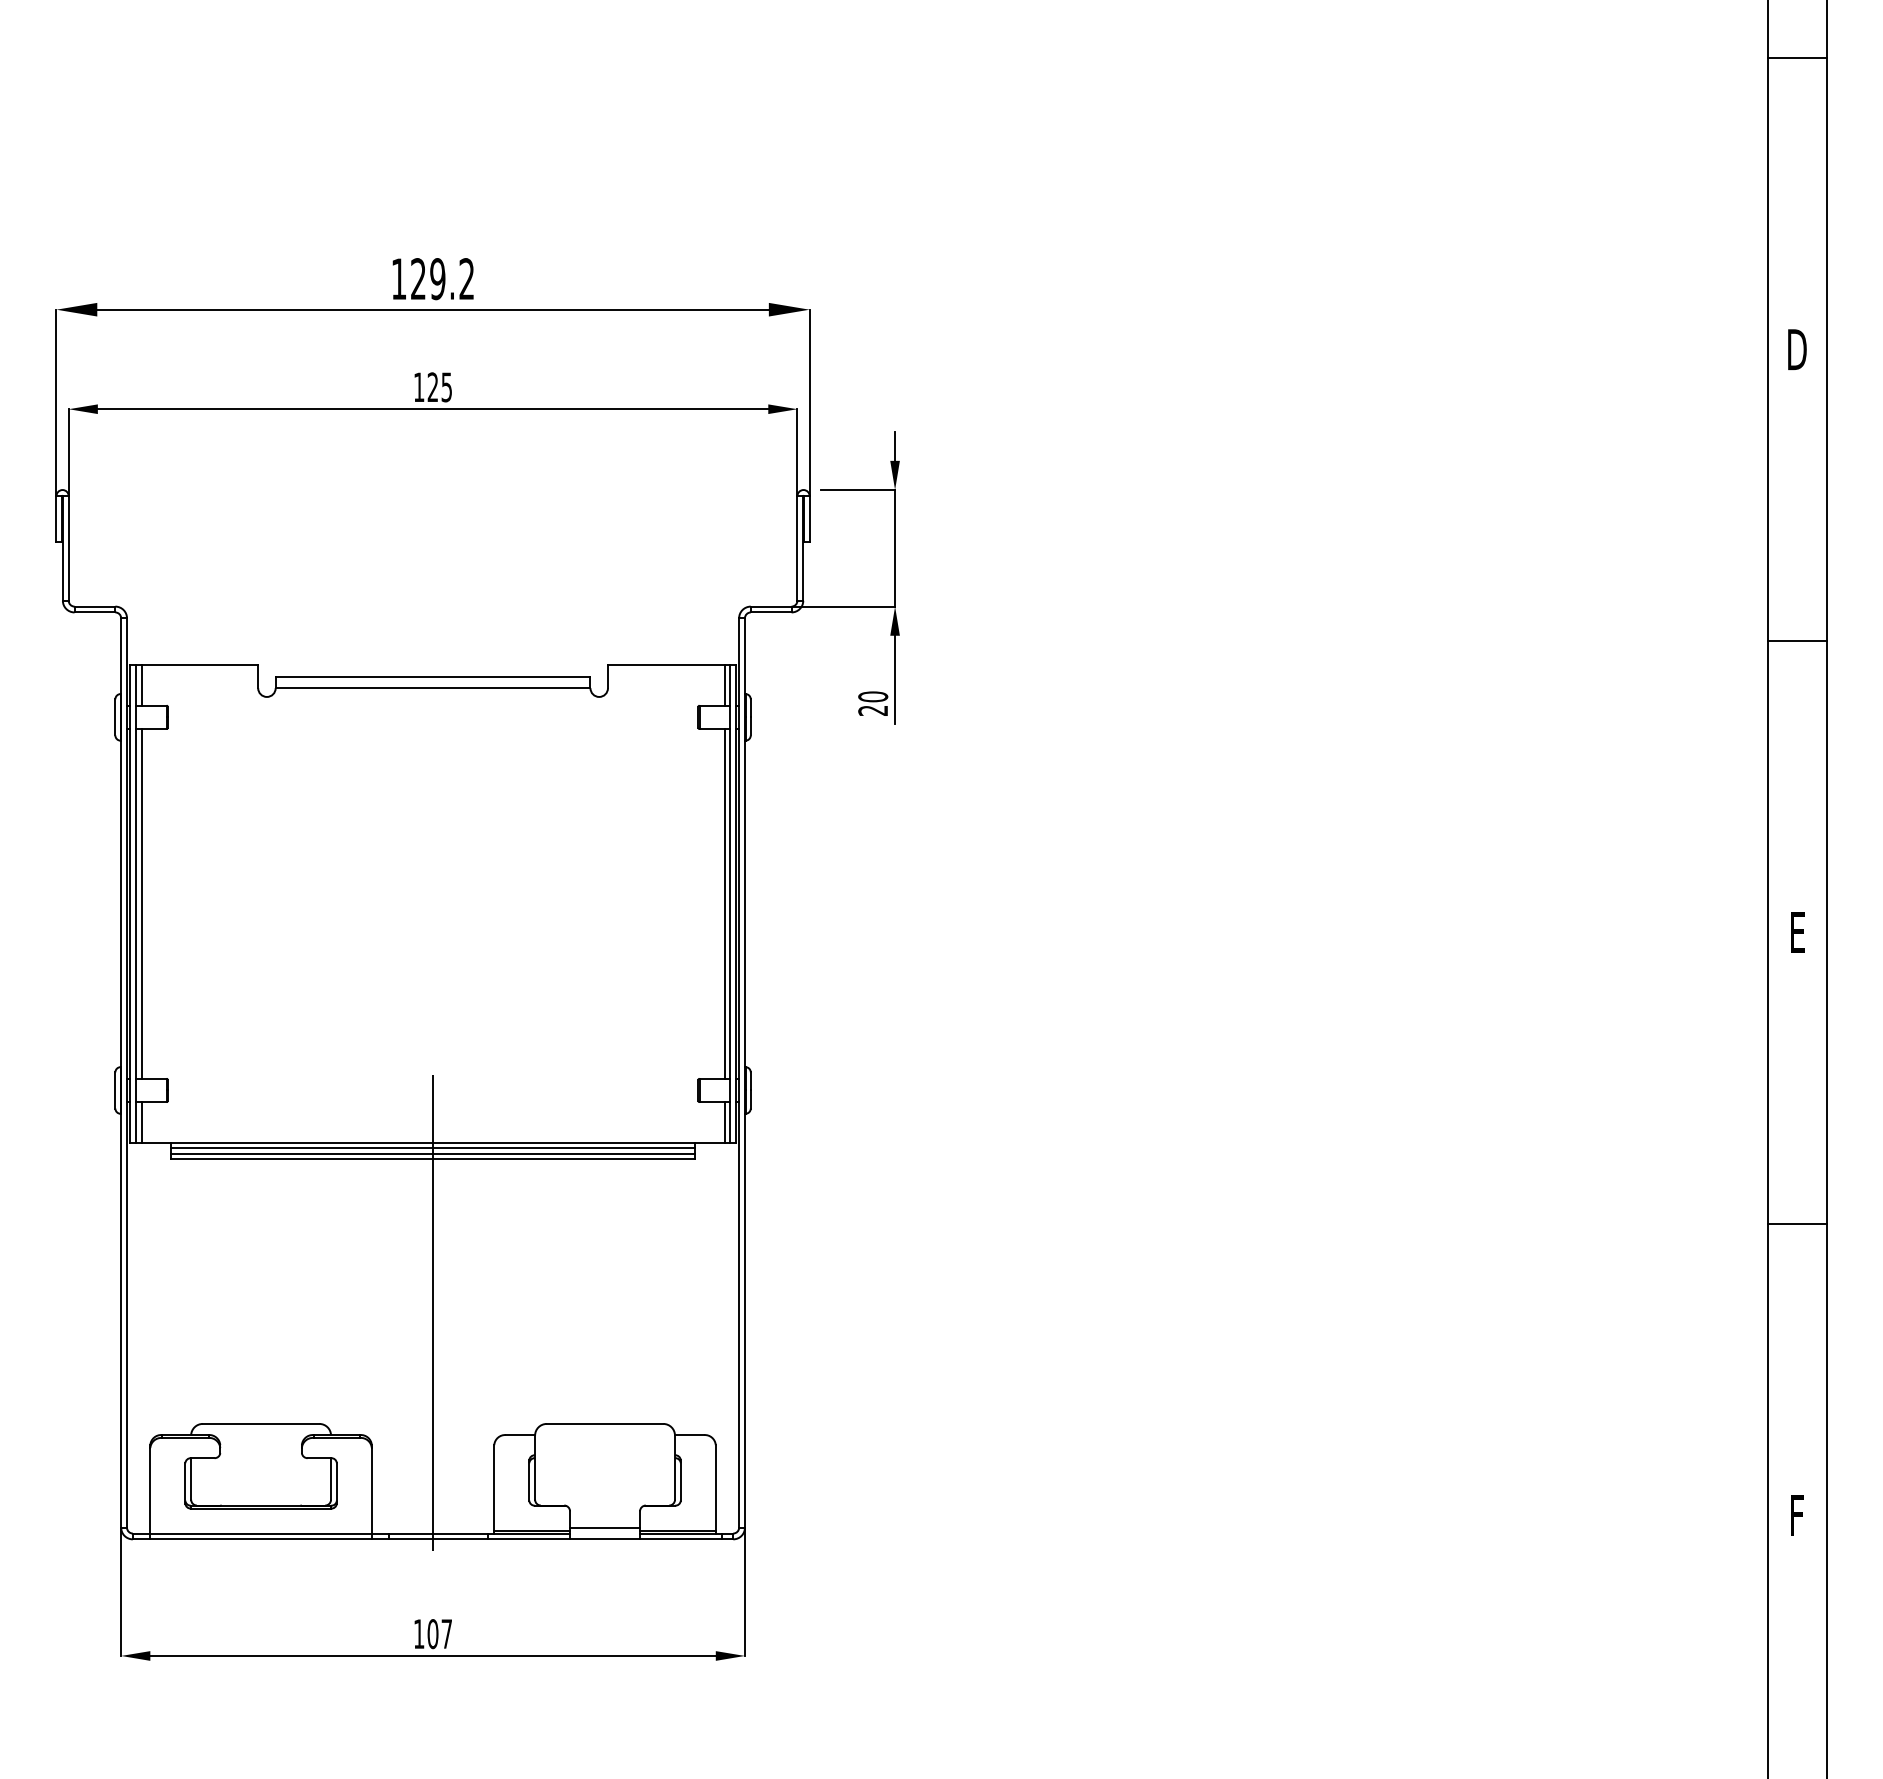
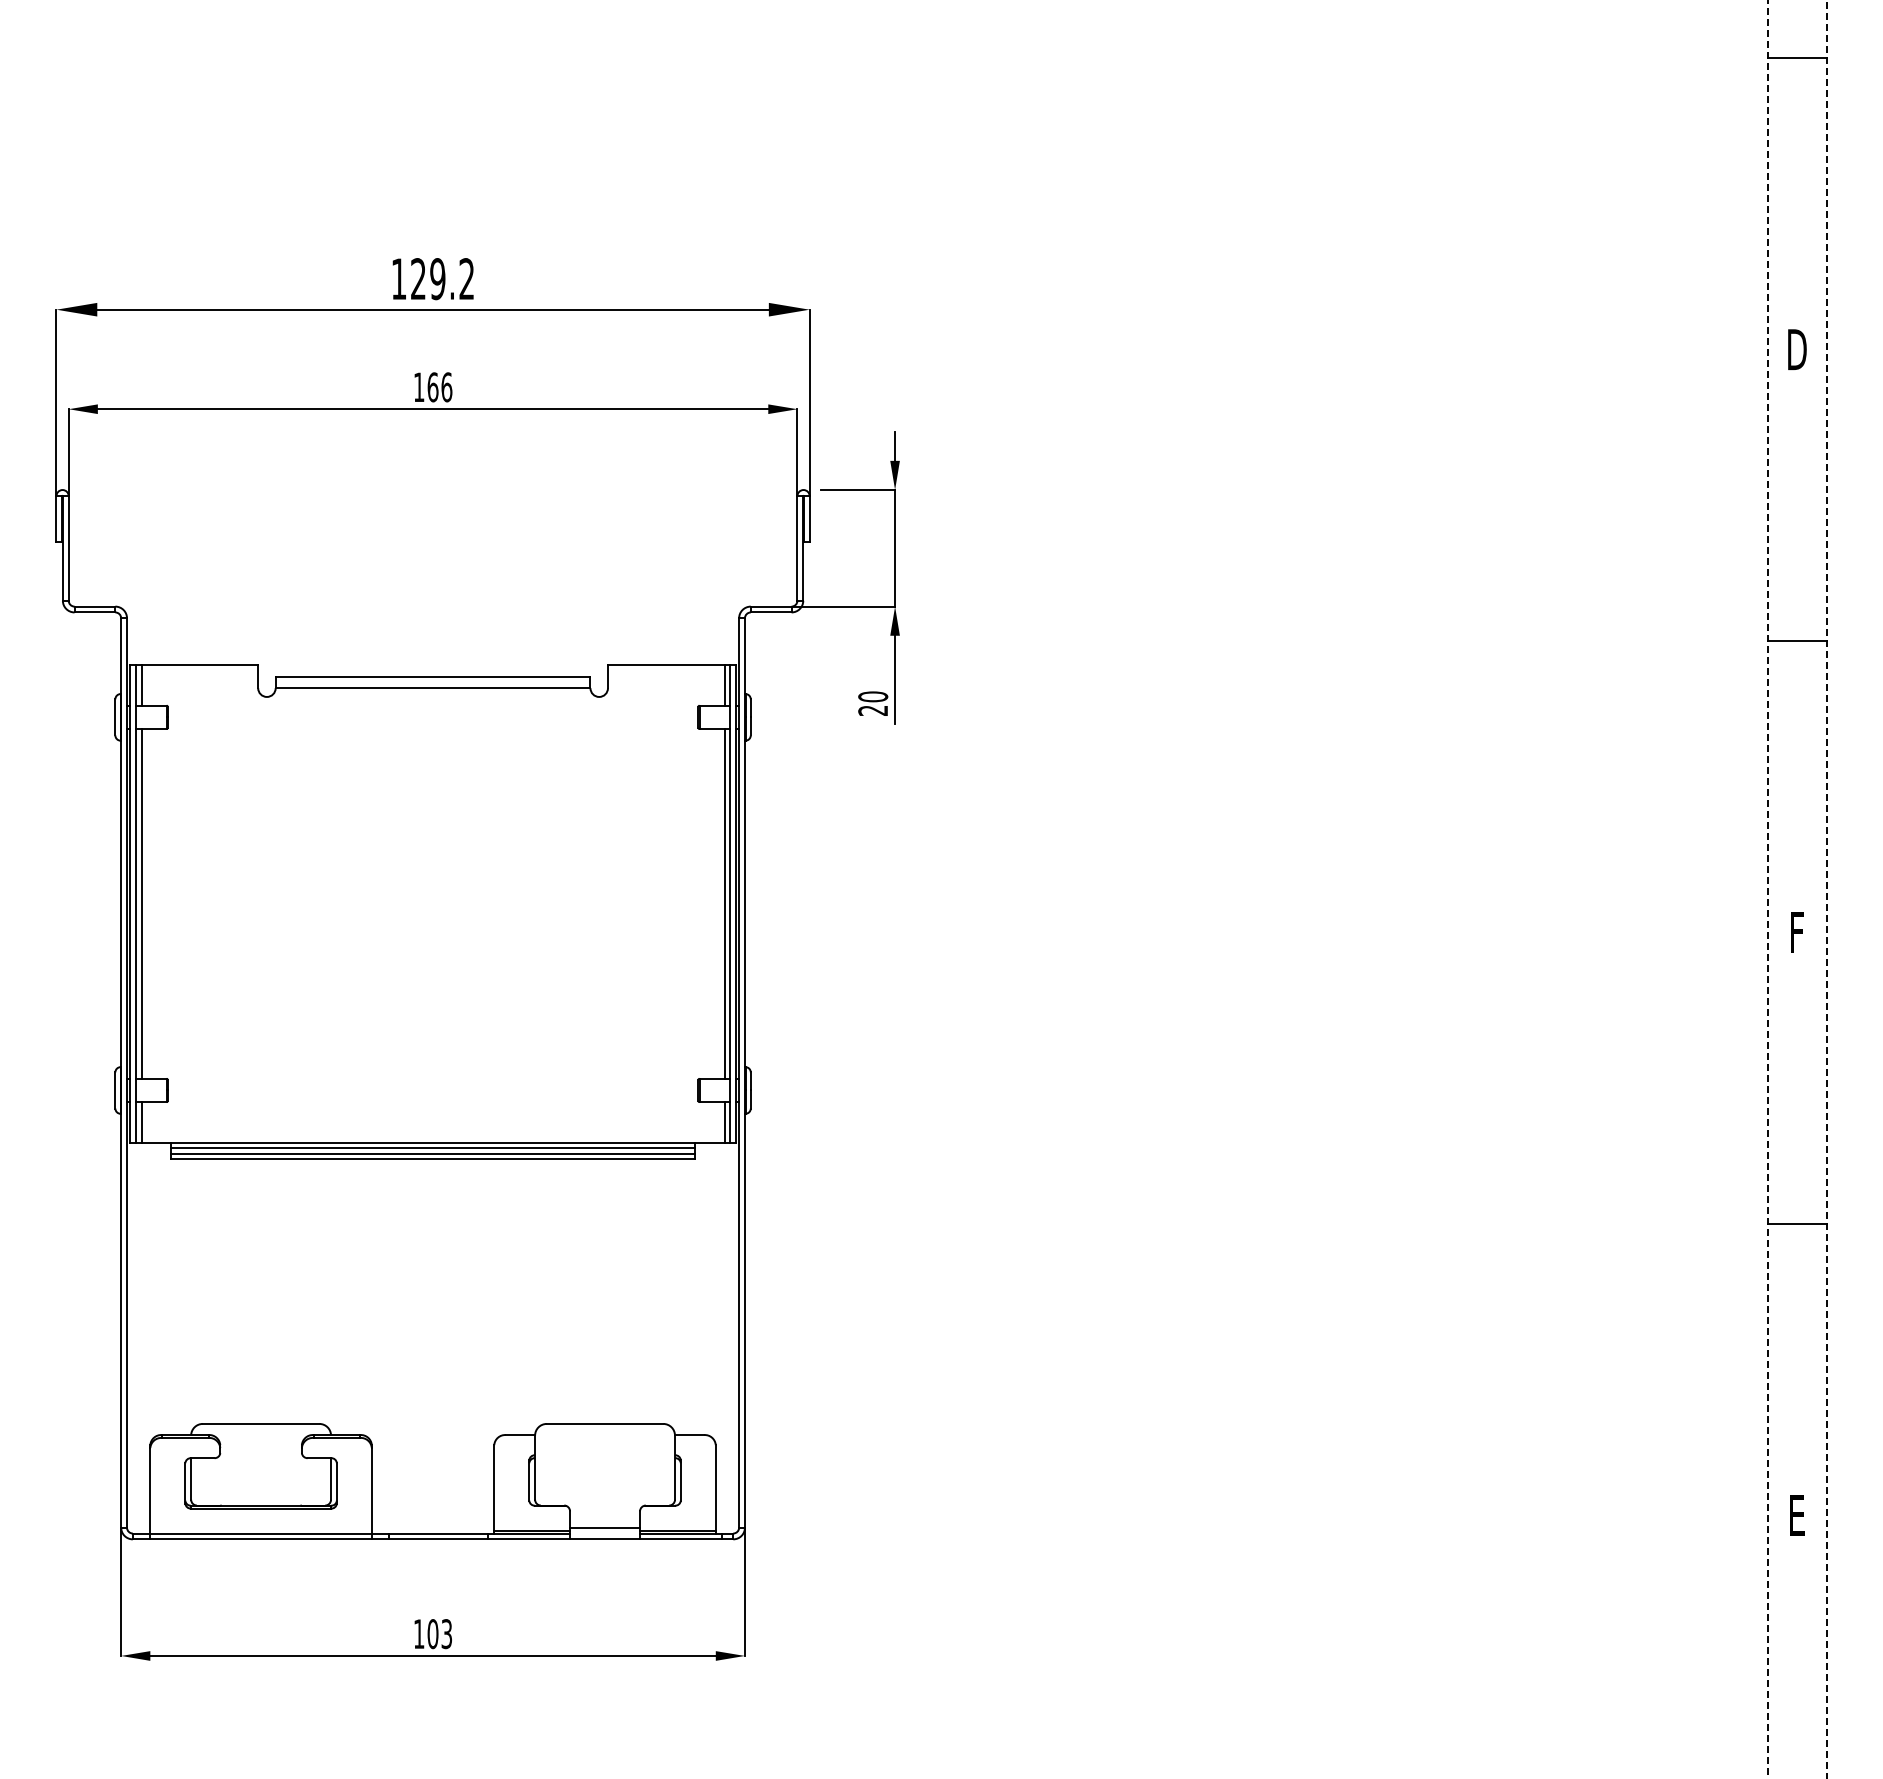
text at (439, 387): 125 -> 166
line at (1768, 889): solid -> dashed
line at (1826, 889): solid -> dashed
text at (1799, 932): E -> F
line at (433, 1313): present -> none
text at (1797, 1515): F -> E
text at (446, 1634): 107 -> 103
